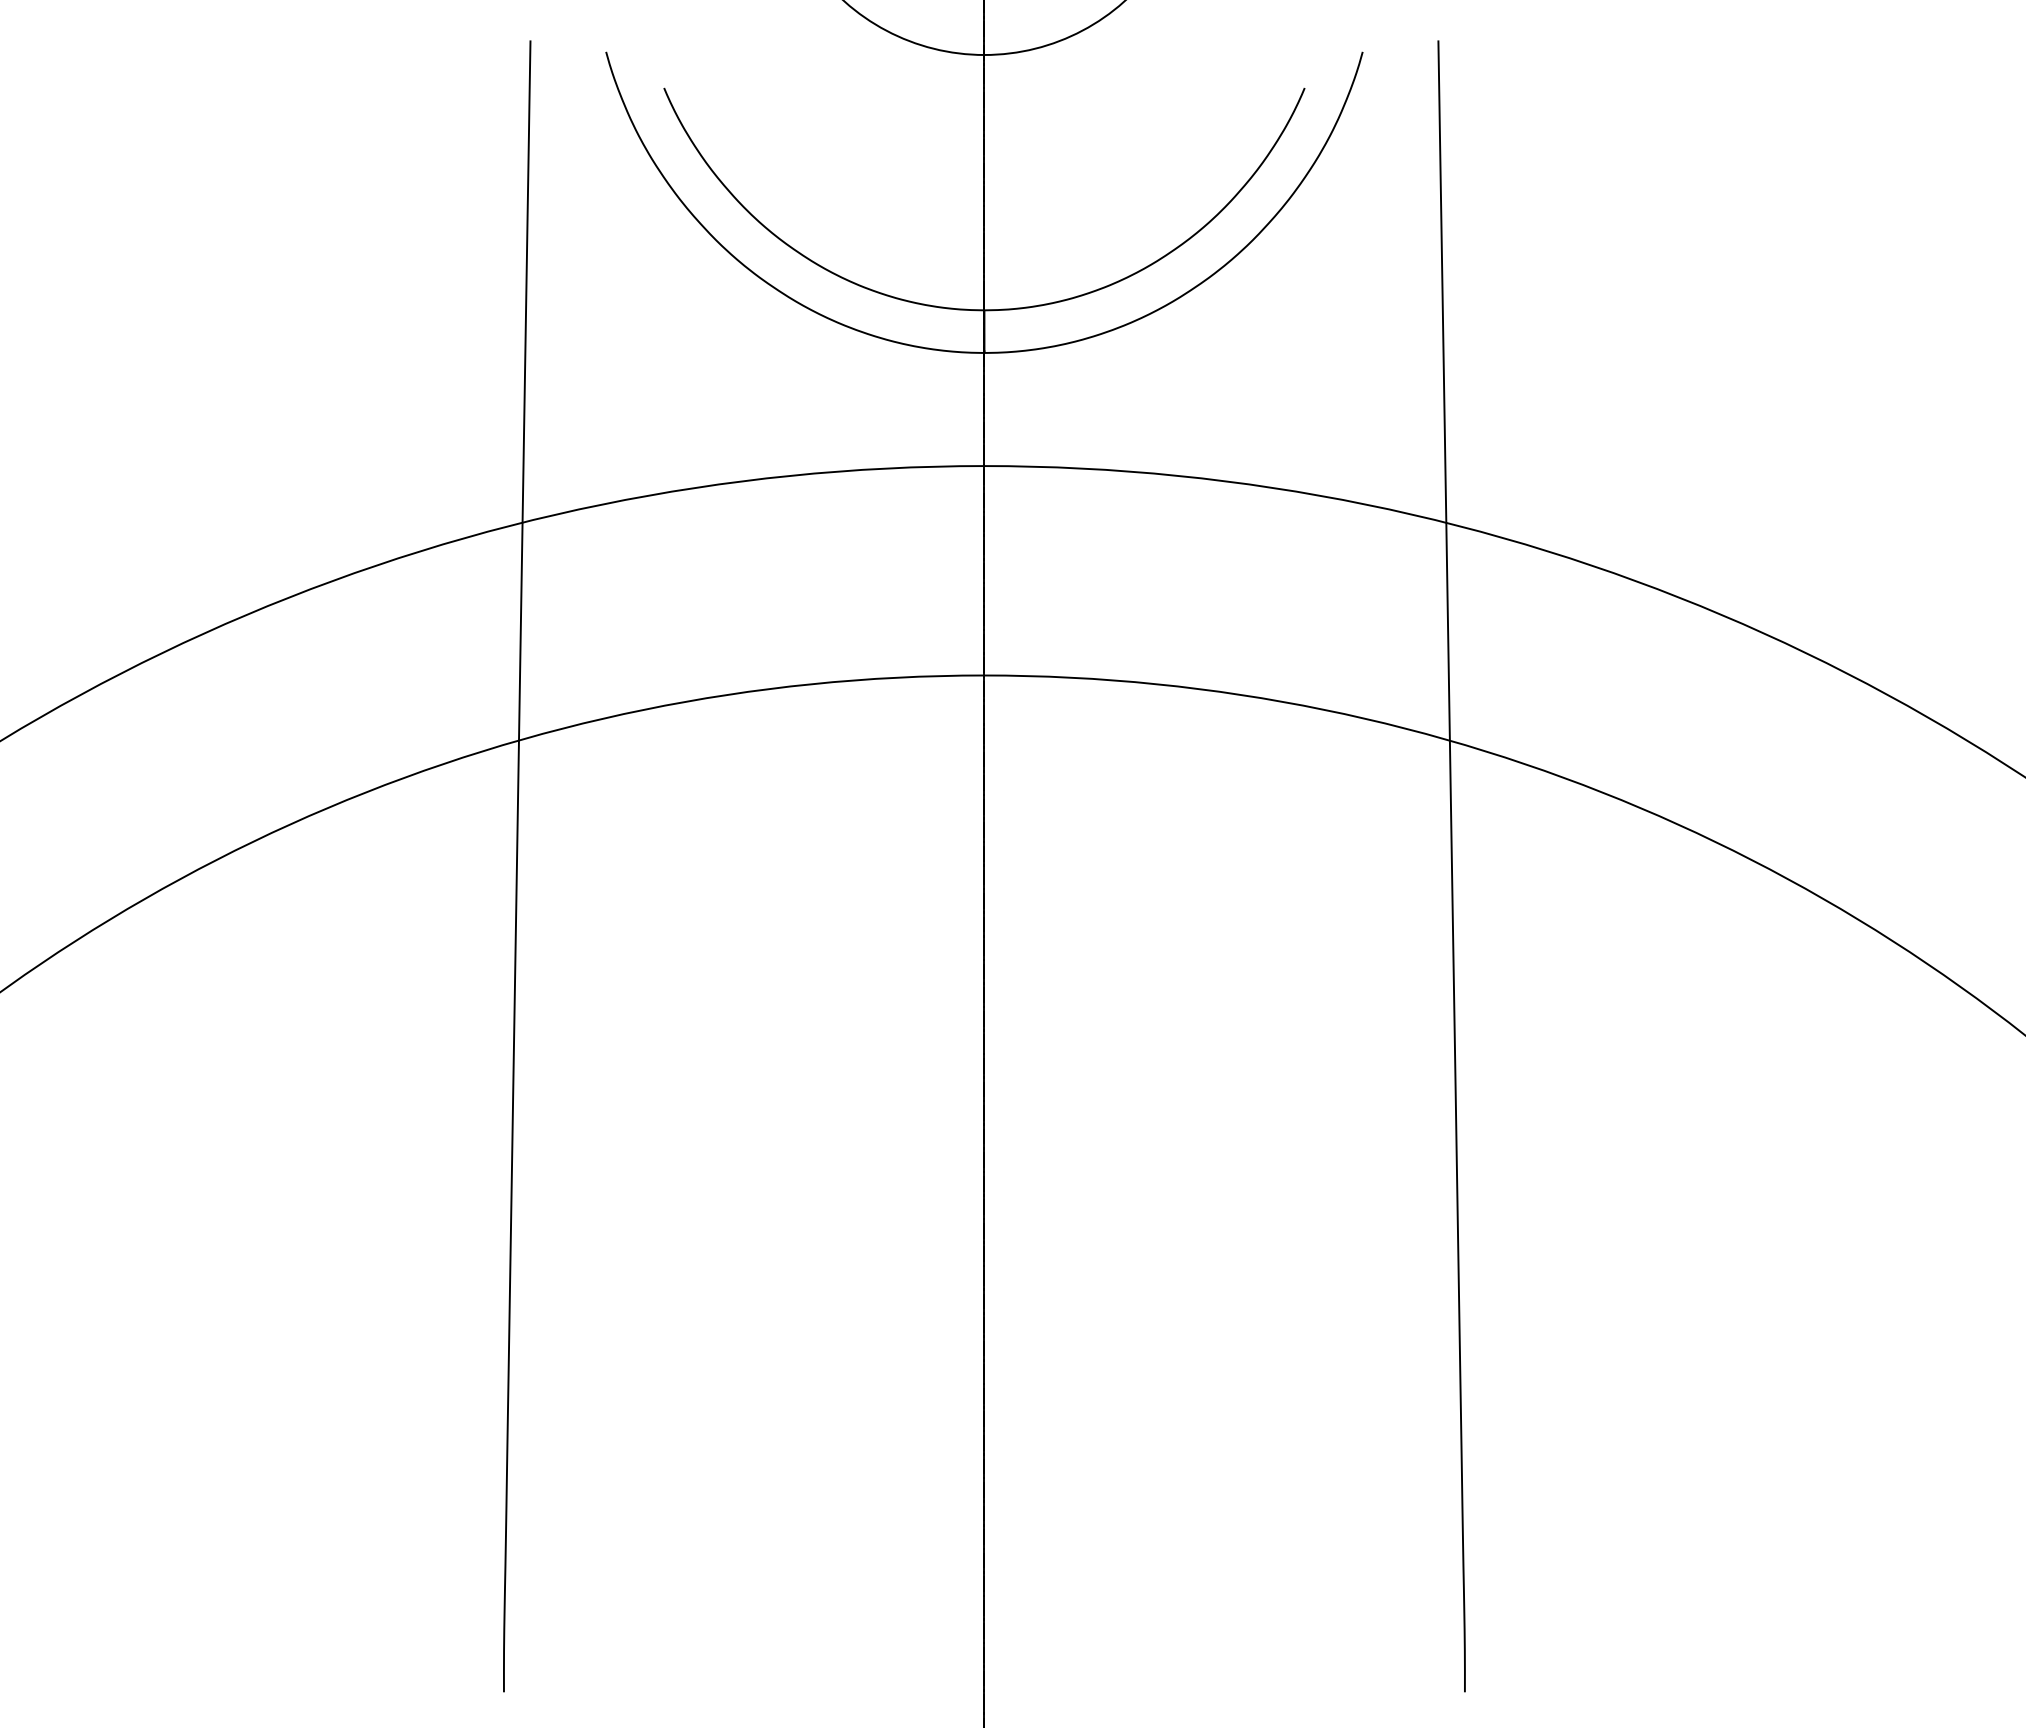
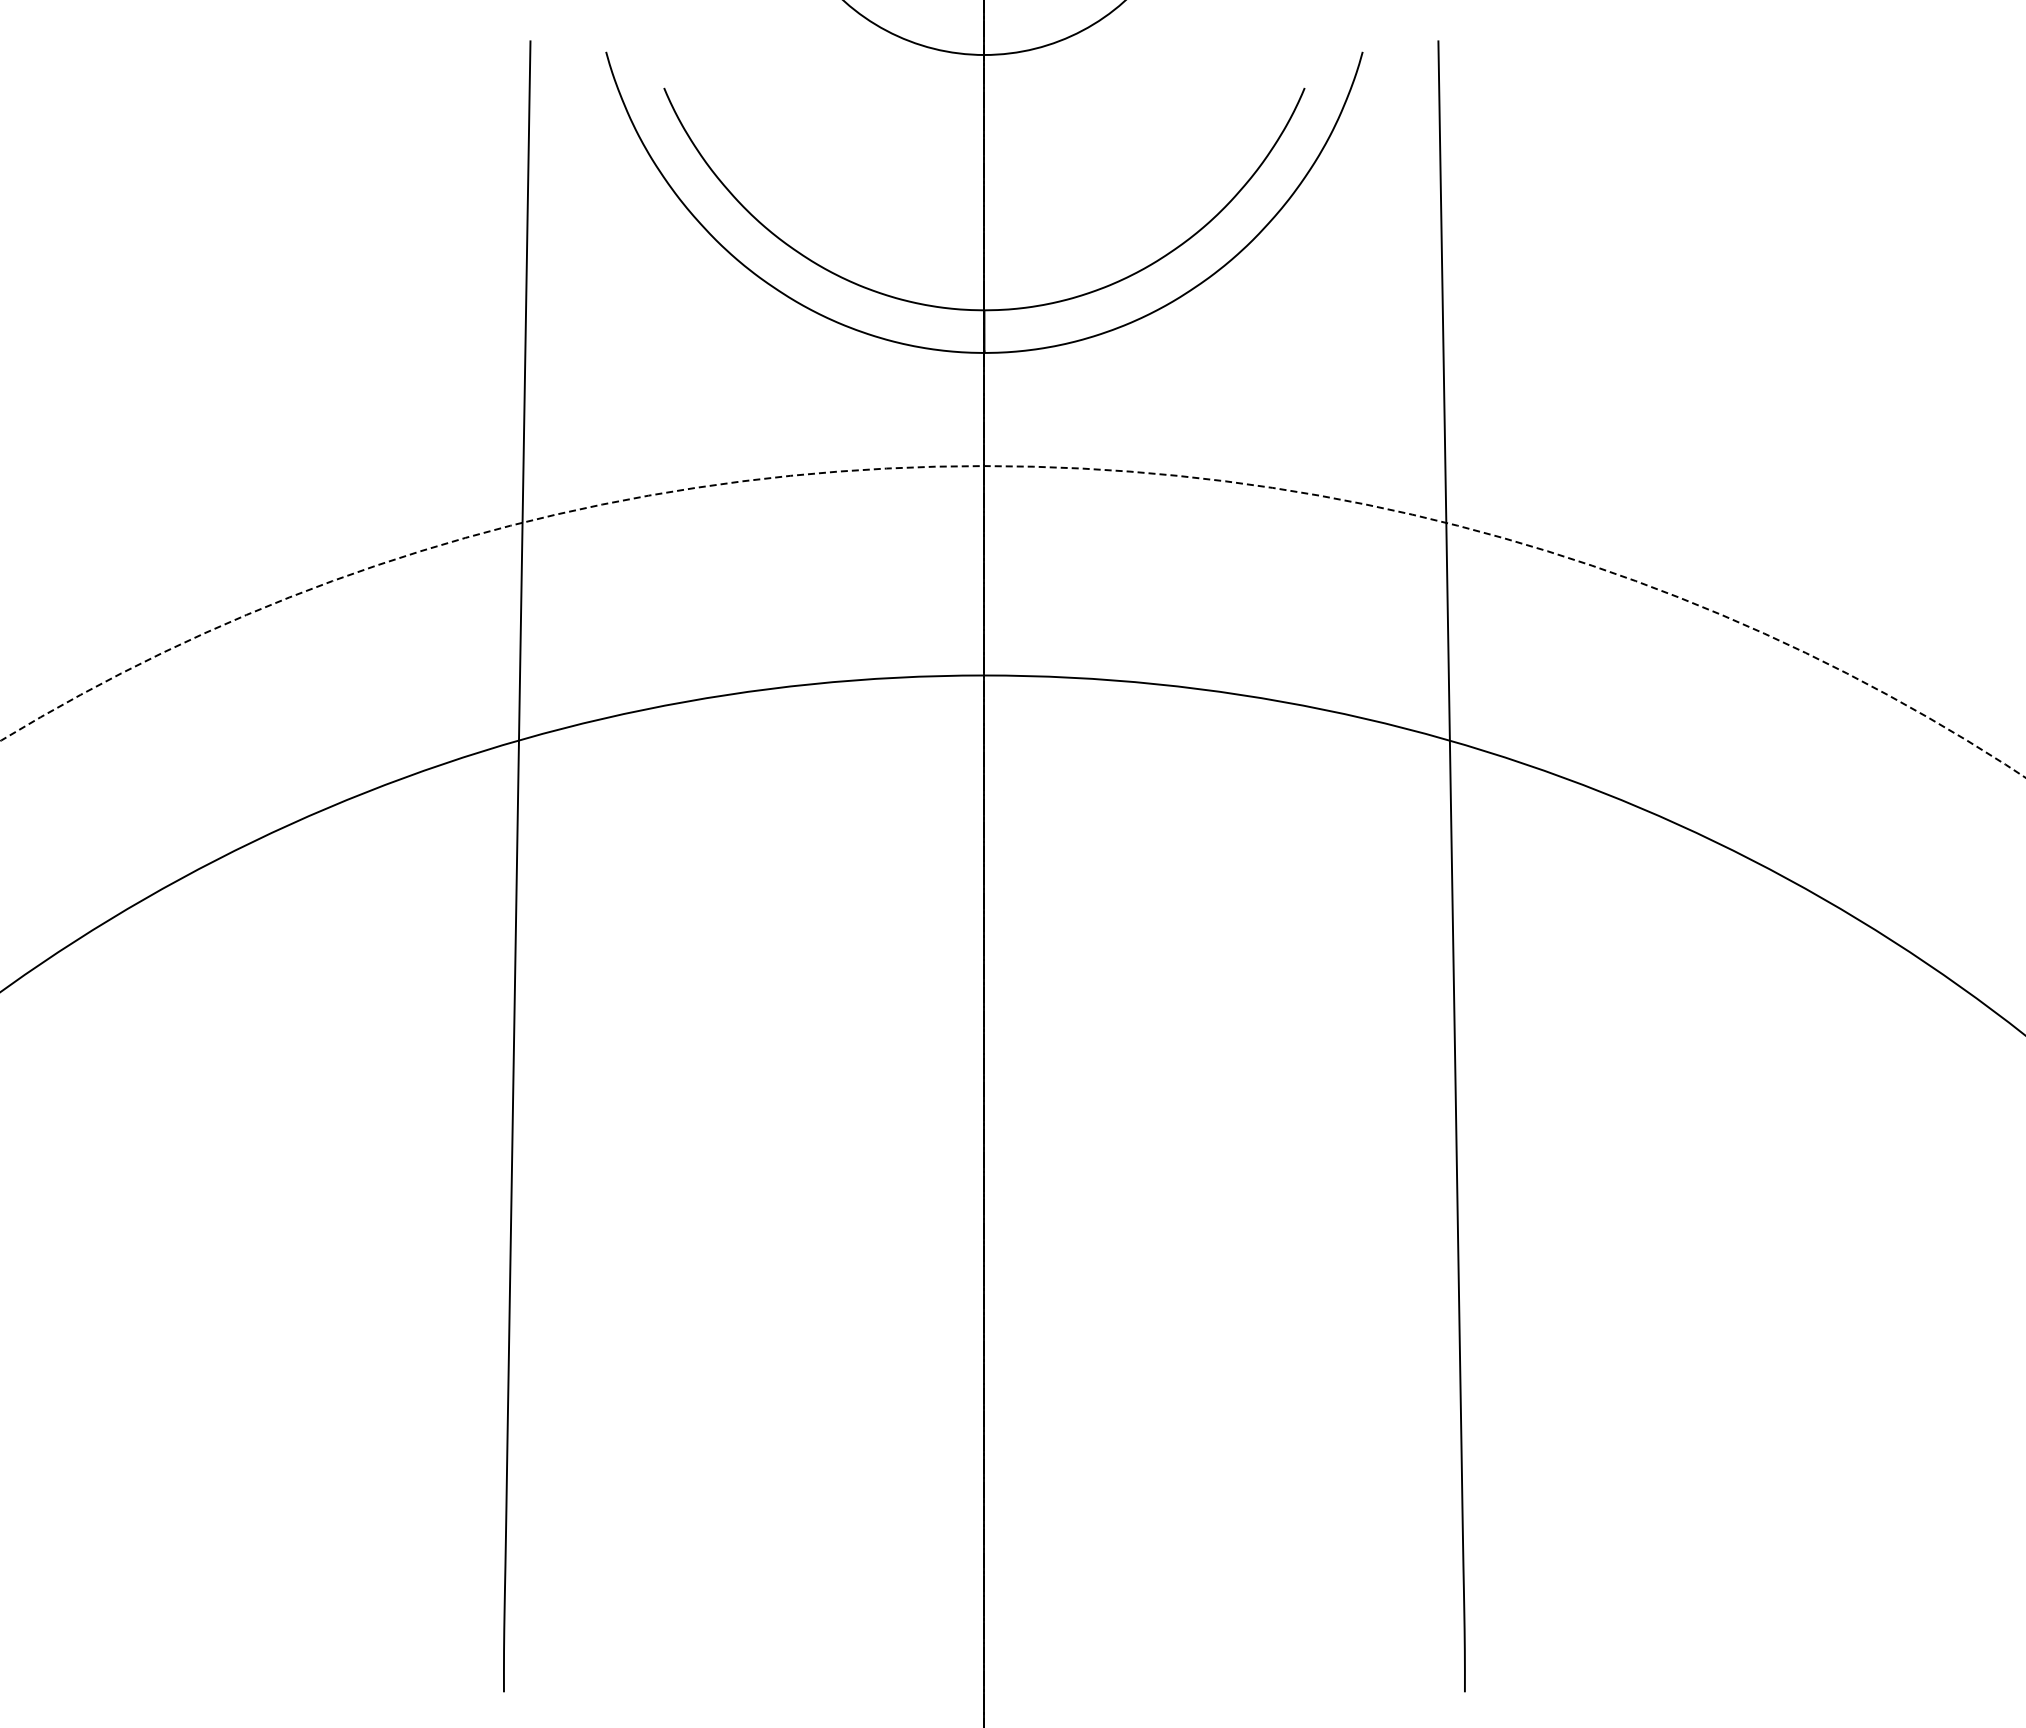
circle at (1012, 621): solid -> dashed
